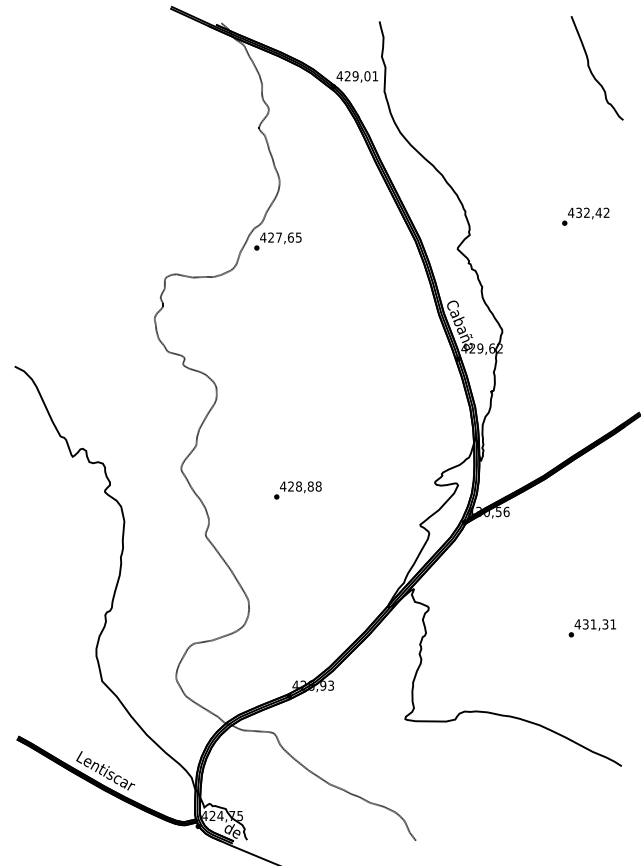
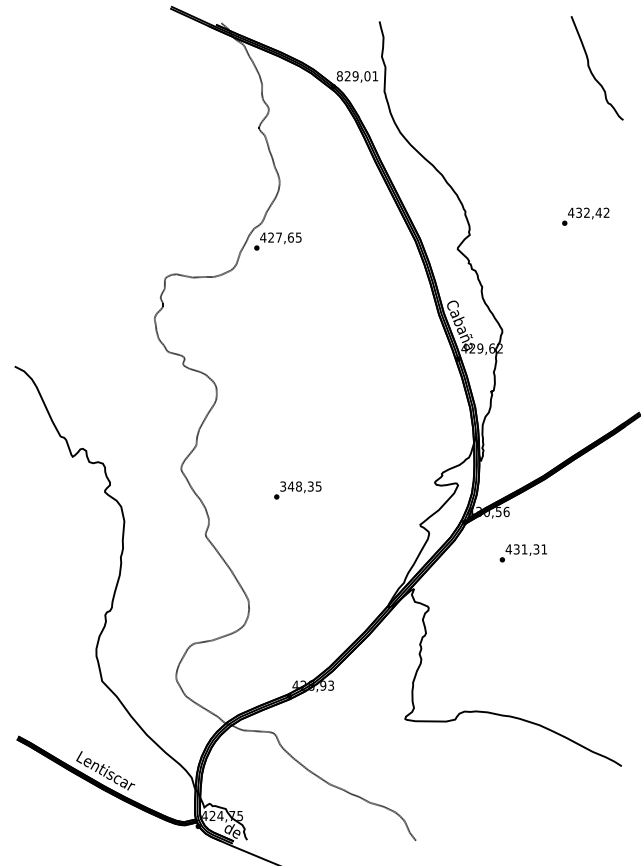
text at (339, 76): 429,01 -> 829,01
text at (300, 486): 428,88 -> 348,35
text at (591, 628) position: (591, 628) -> (522, 553)
